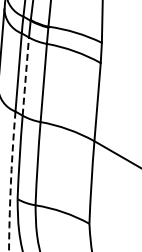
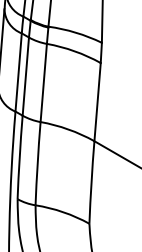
line at (25, 76): dashed -> solid
arc at (11, 181): dashed -> solid
